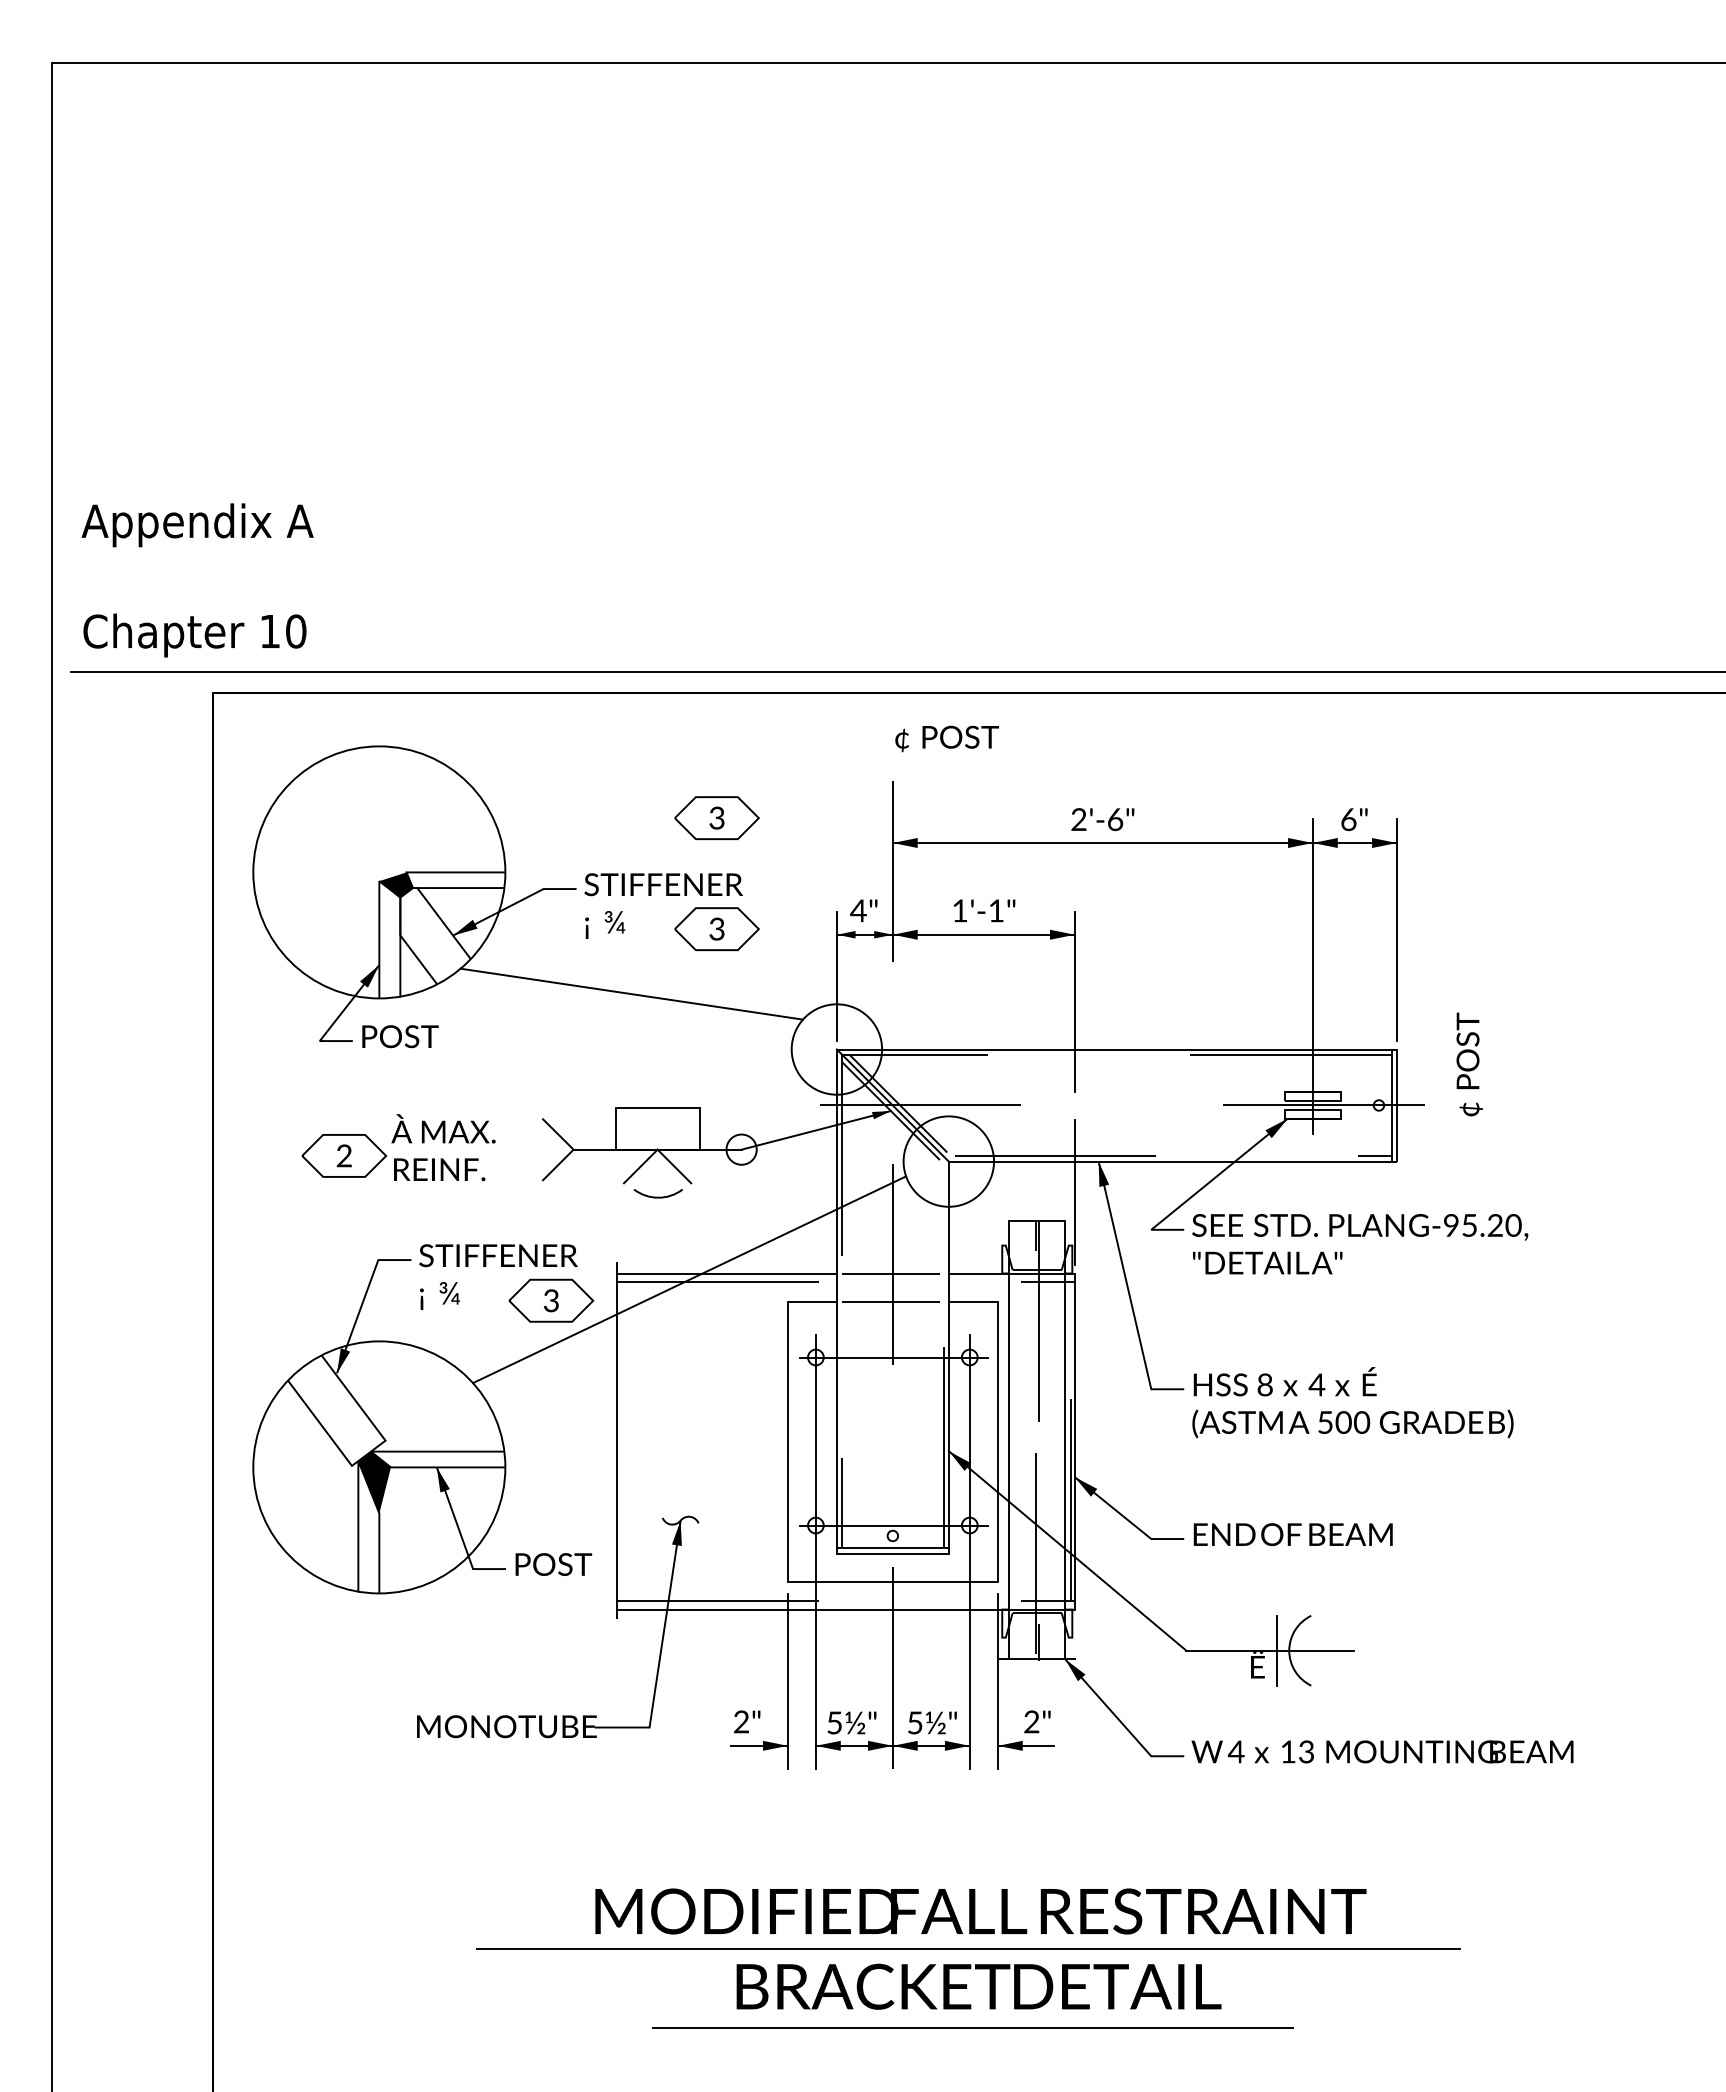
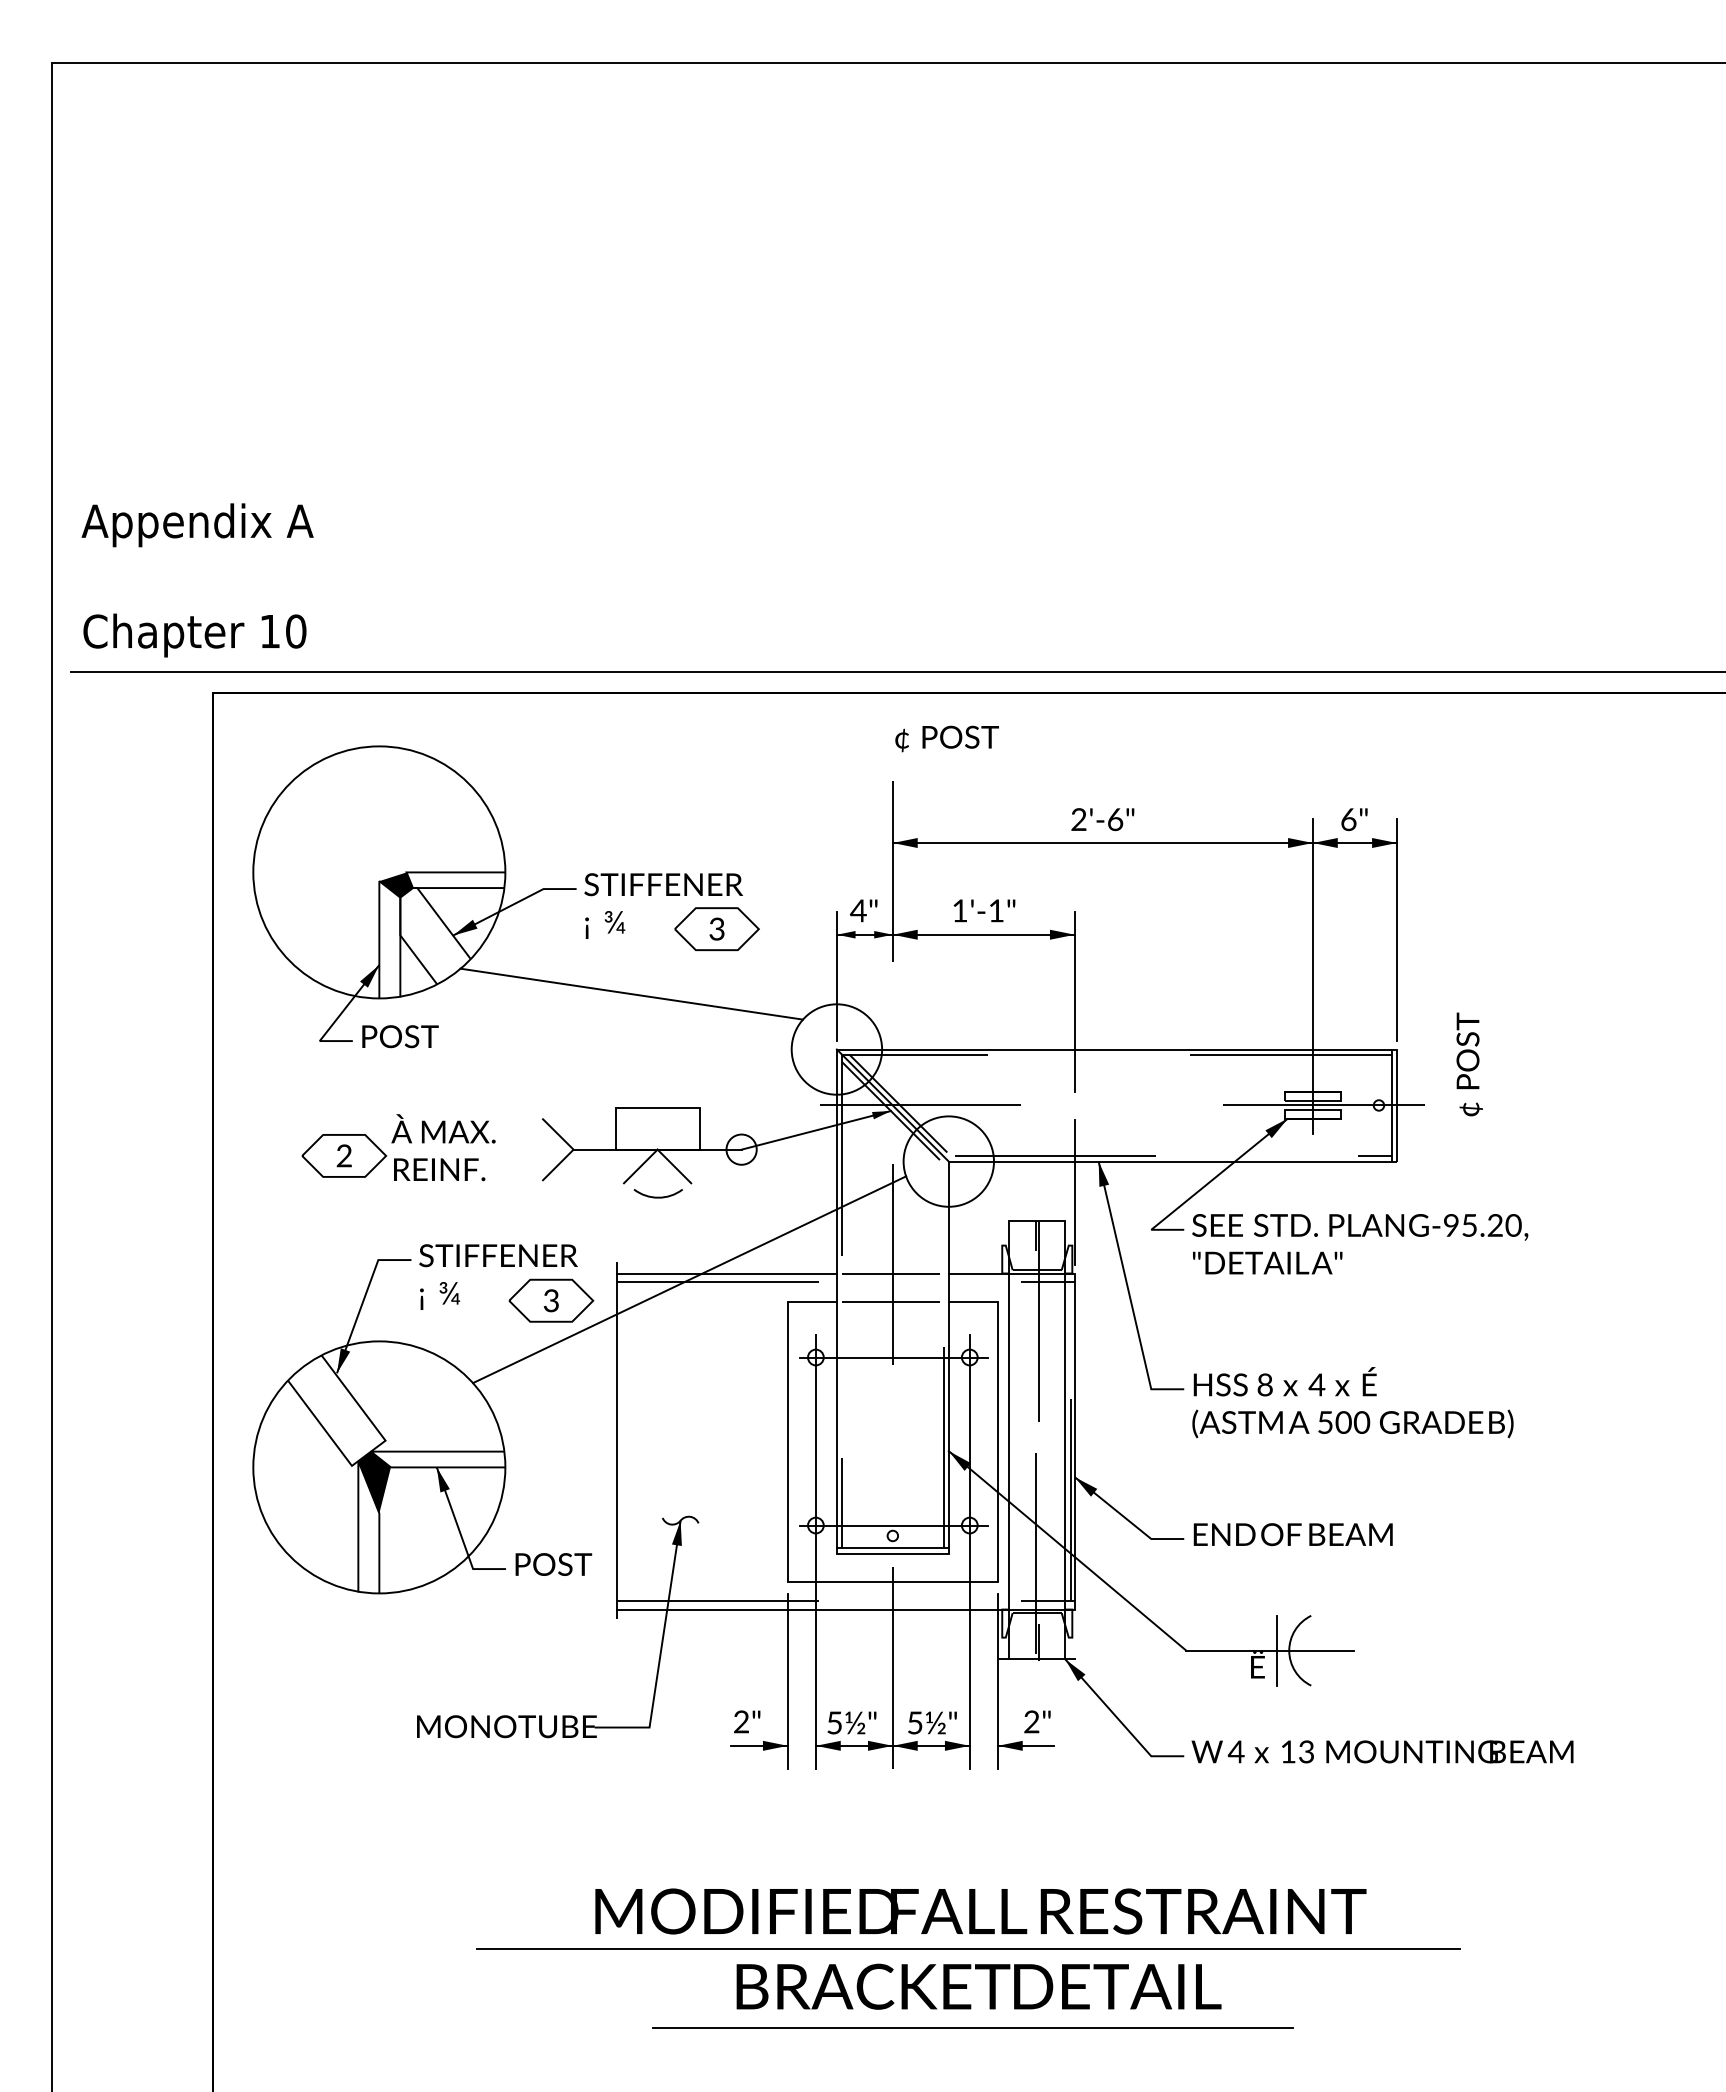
part at (716, 817): present -> none
